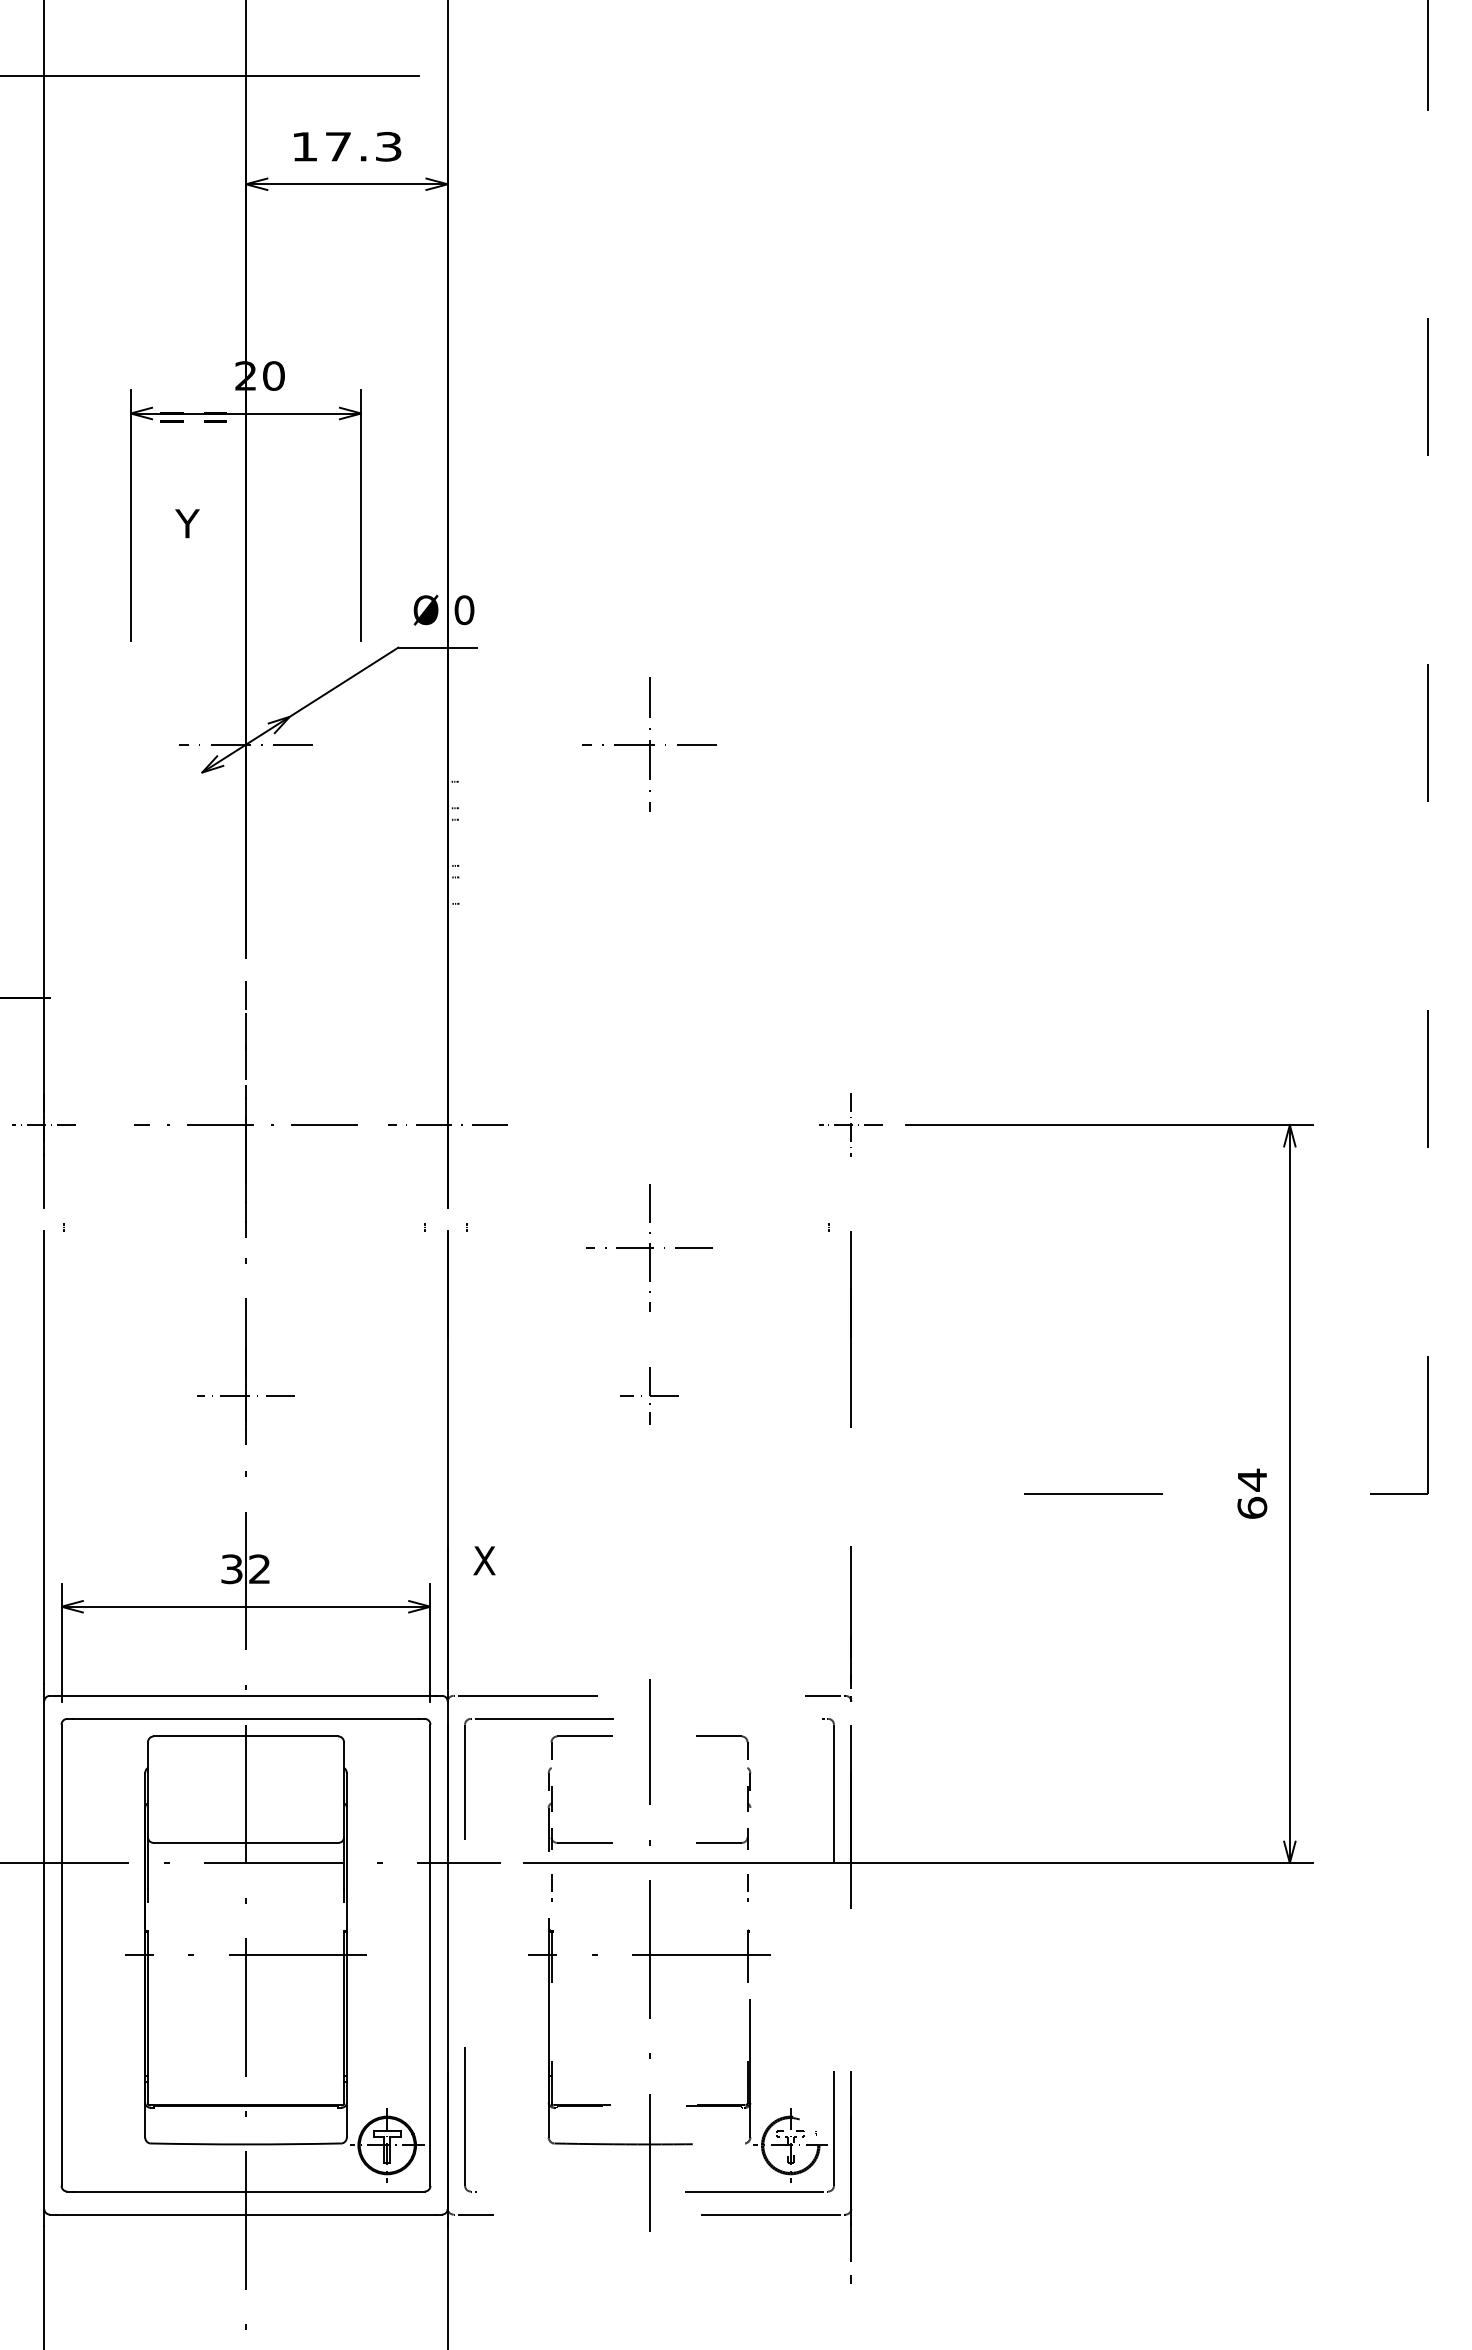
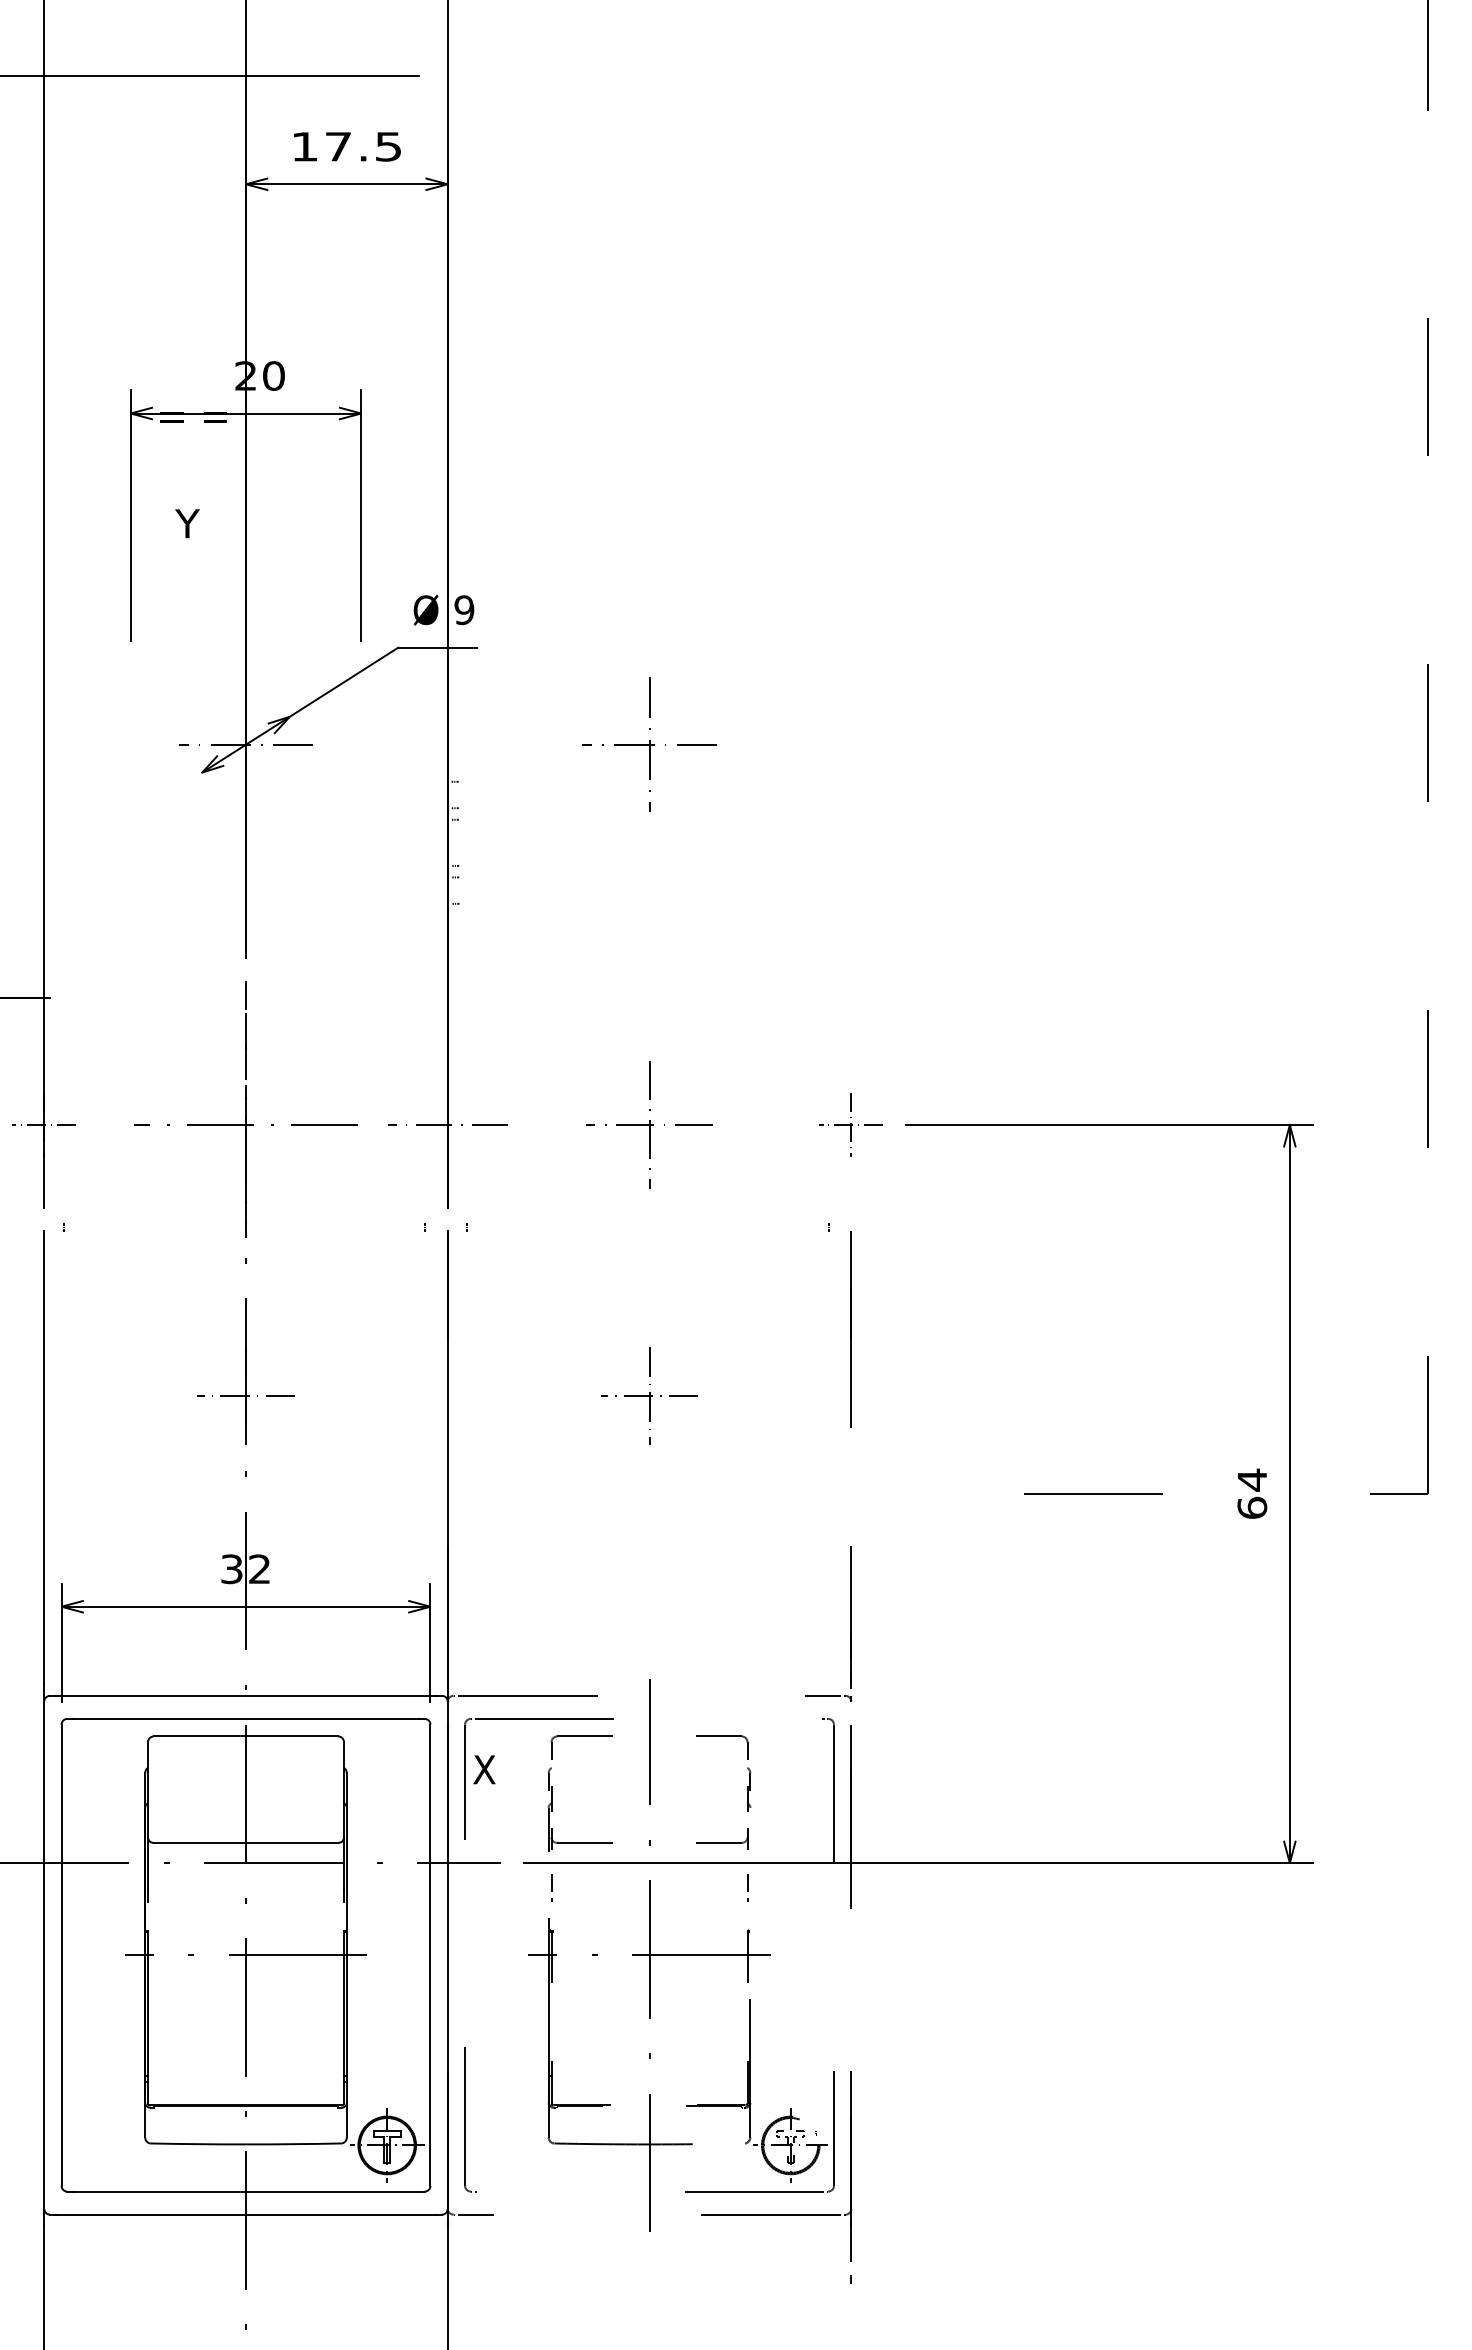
text at (388, 146): 17.3 -> 17.5
text at (464, 610): 0 -> 9
part at (649, 1247) position: (649, 1247) -> (649, 1124)
part at (649, 1395) size: 59x58 px -> 97x98 px
text at (484, 1560) position: (484, 1560) -> (484, 1769)
